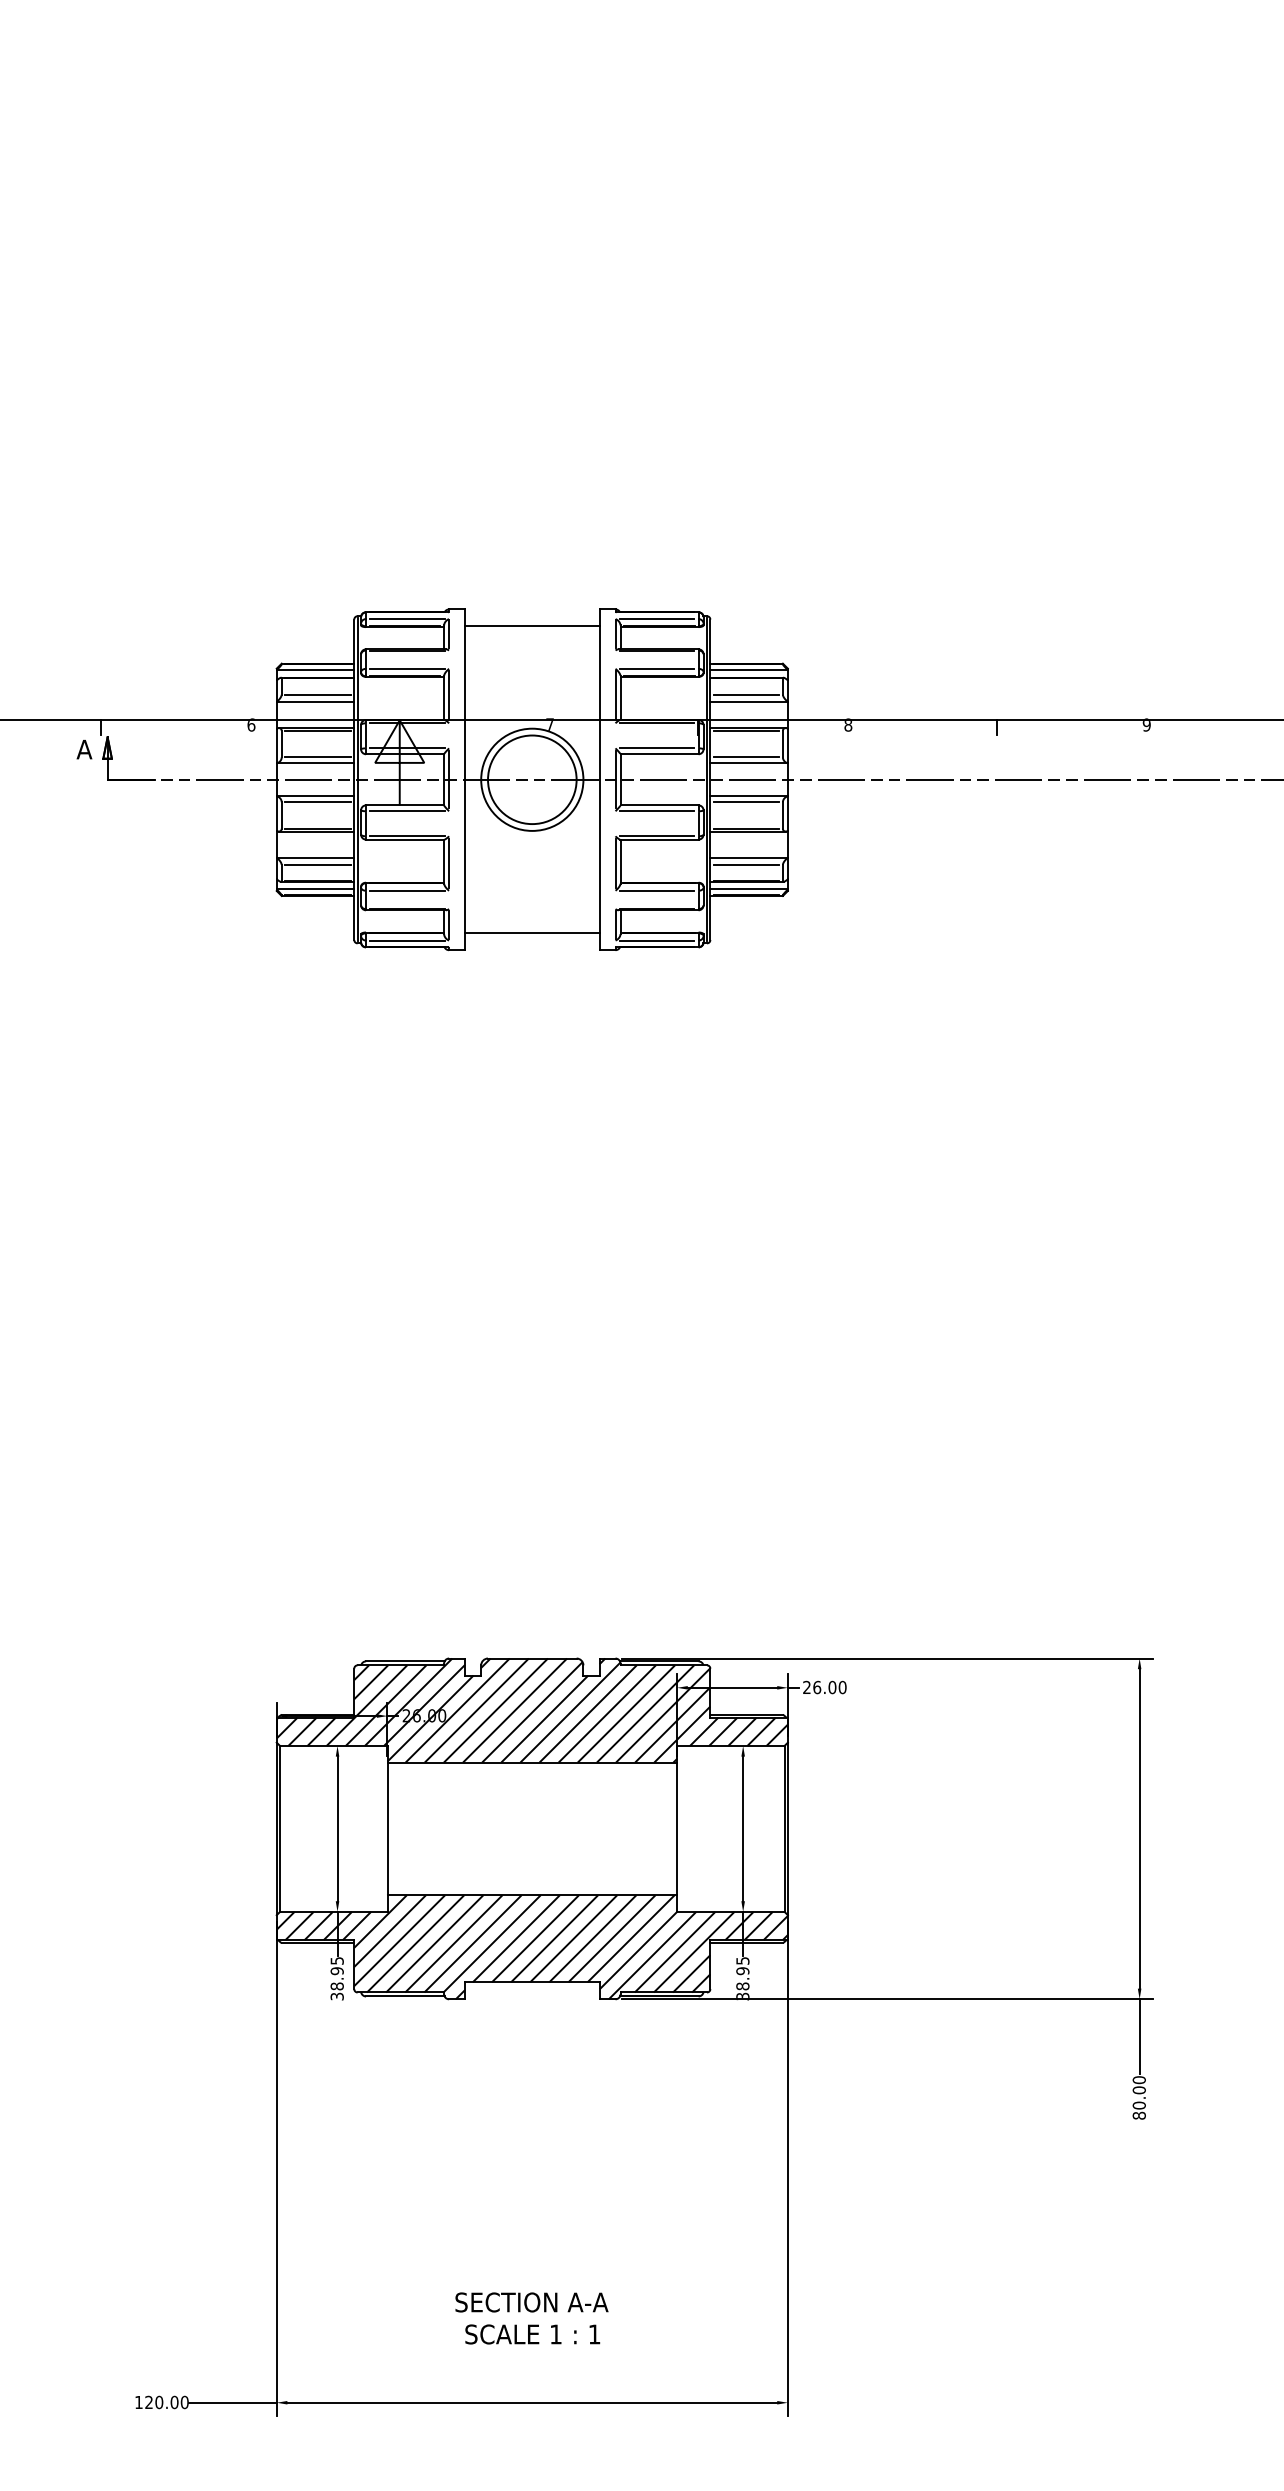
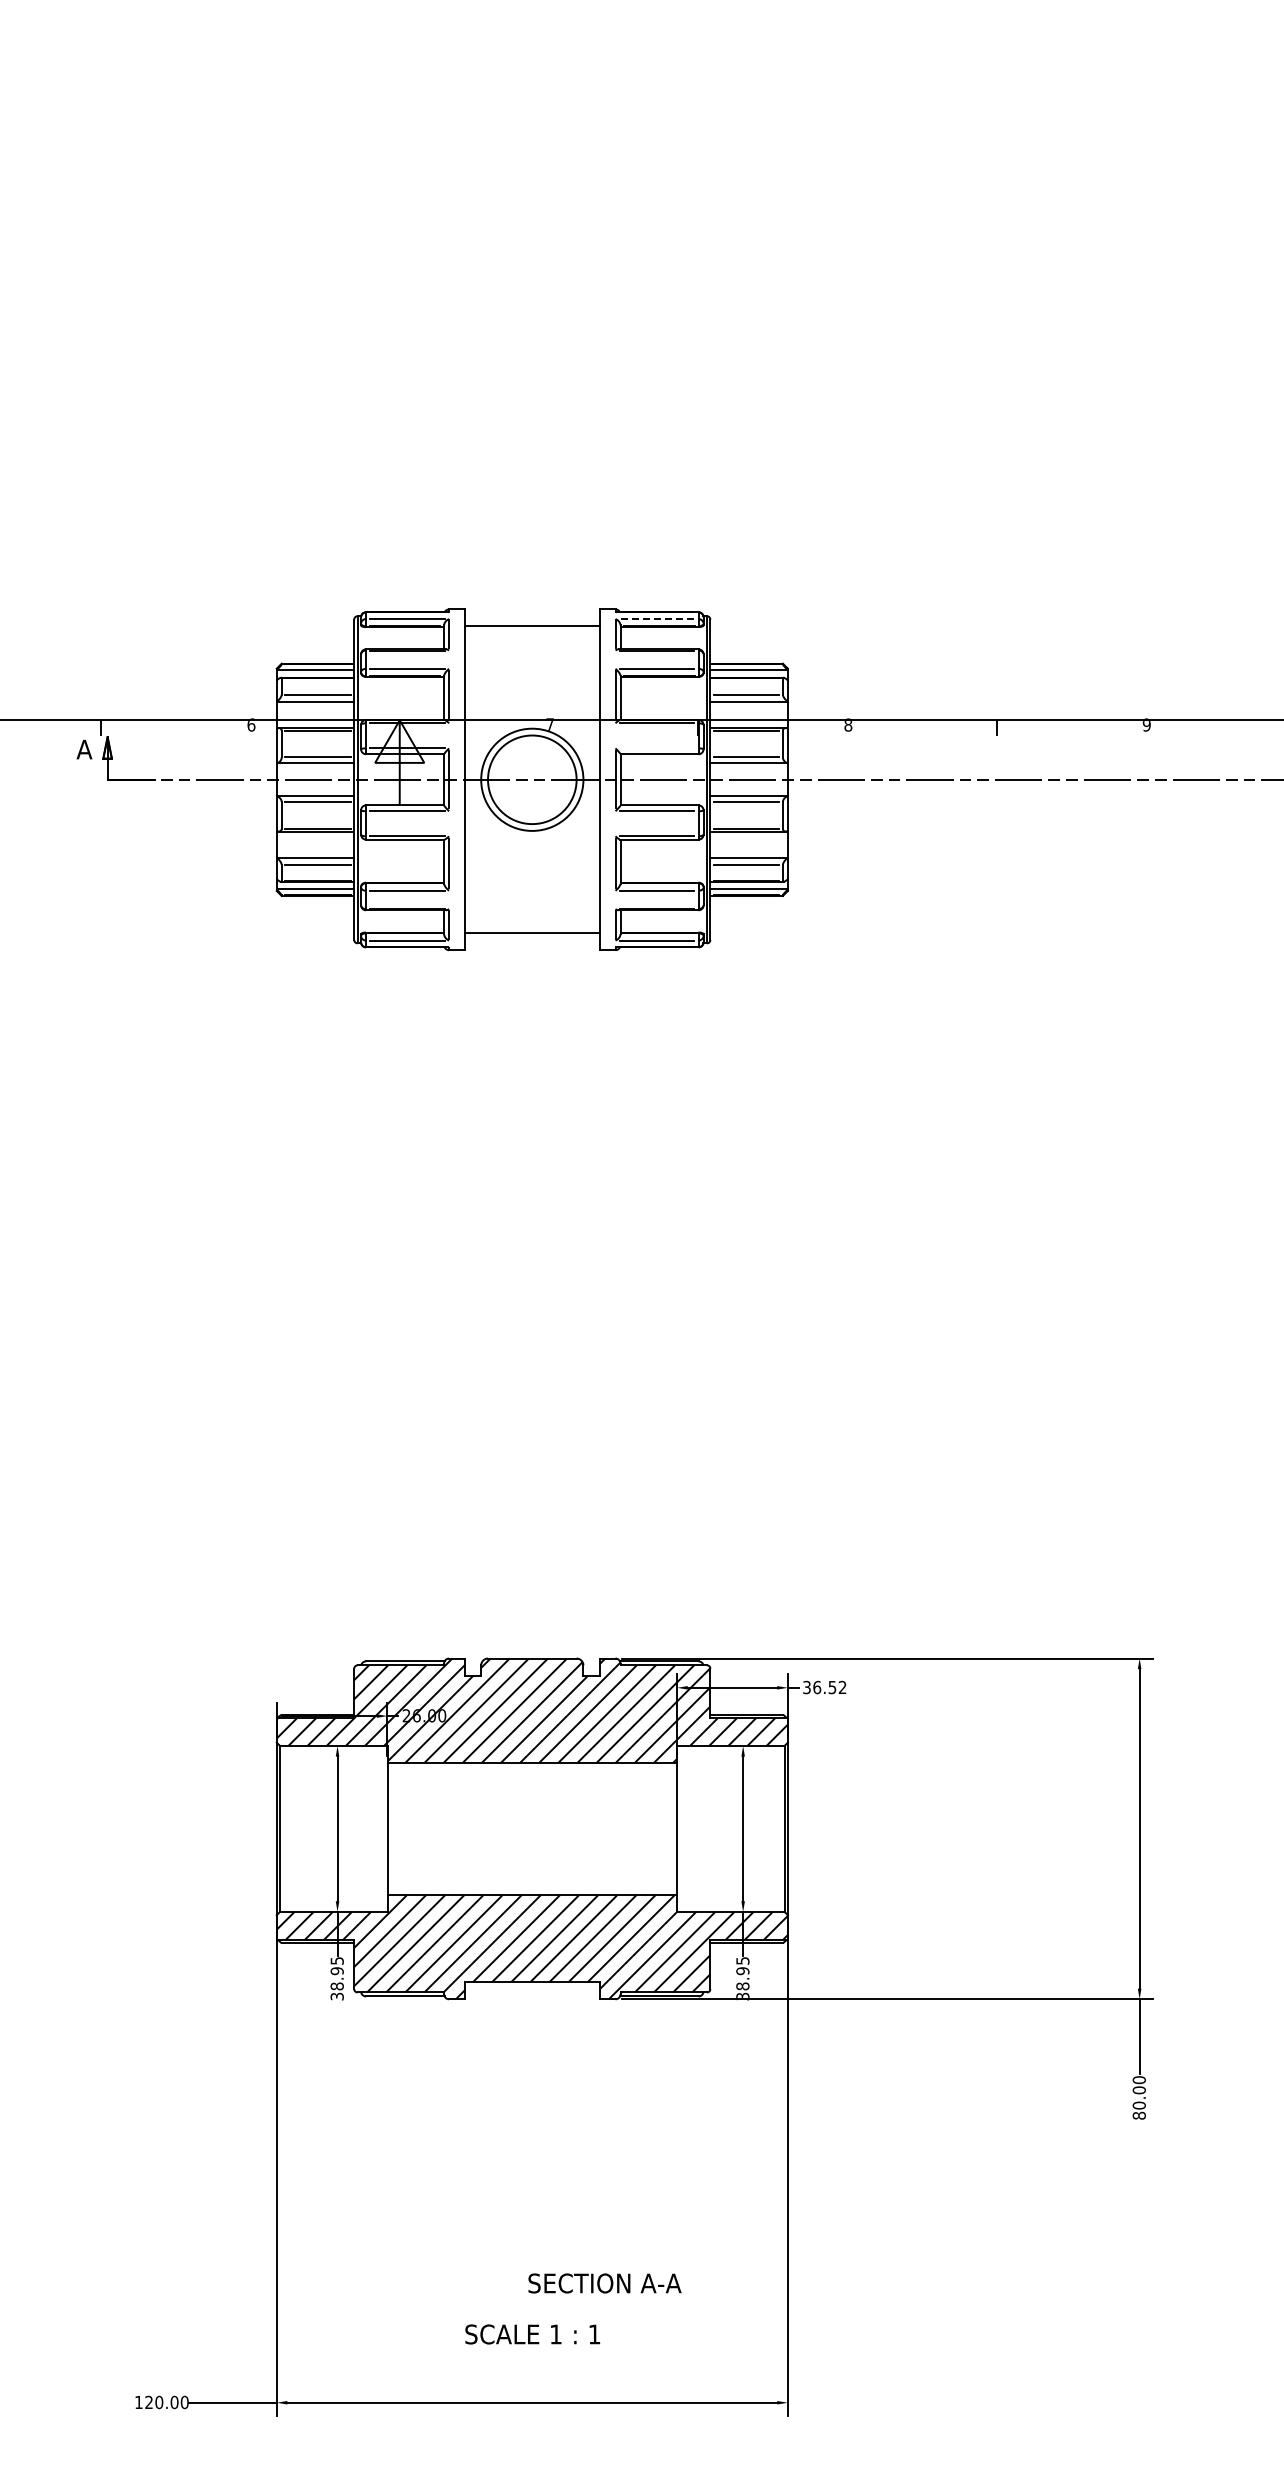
line at (656, 619): solid -> dashed
line at (656, 748): present -> none
text at (824, 1687): 26.00 -> 36.52
text at (531, 2302) position: (531, 2302) -> (604, 2283)
